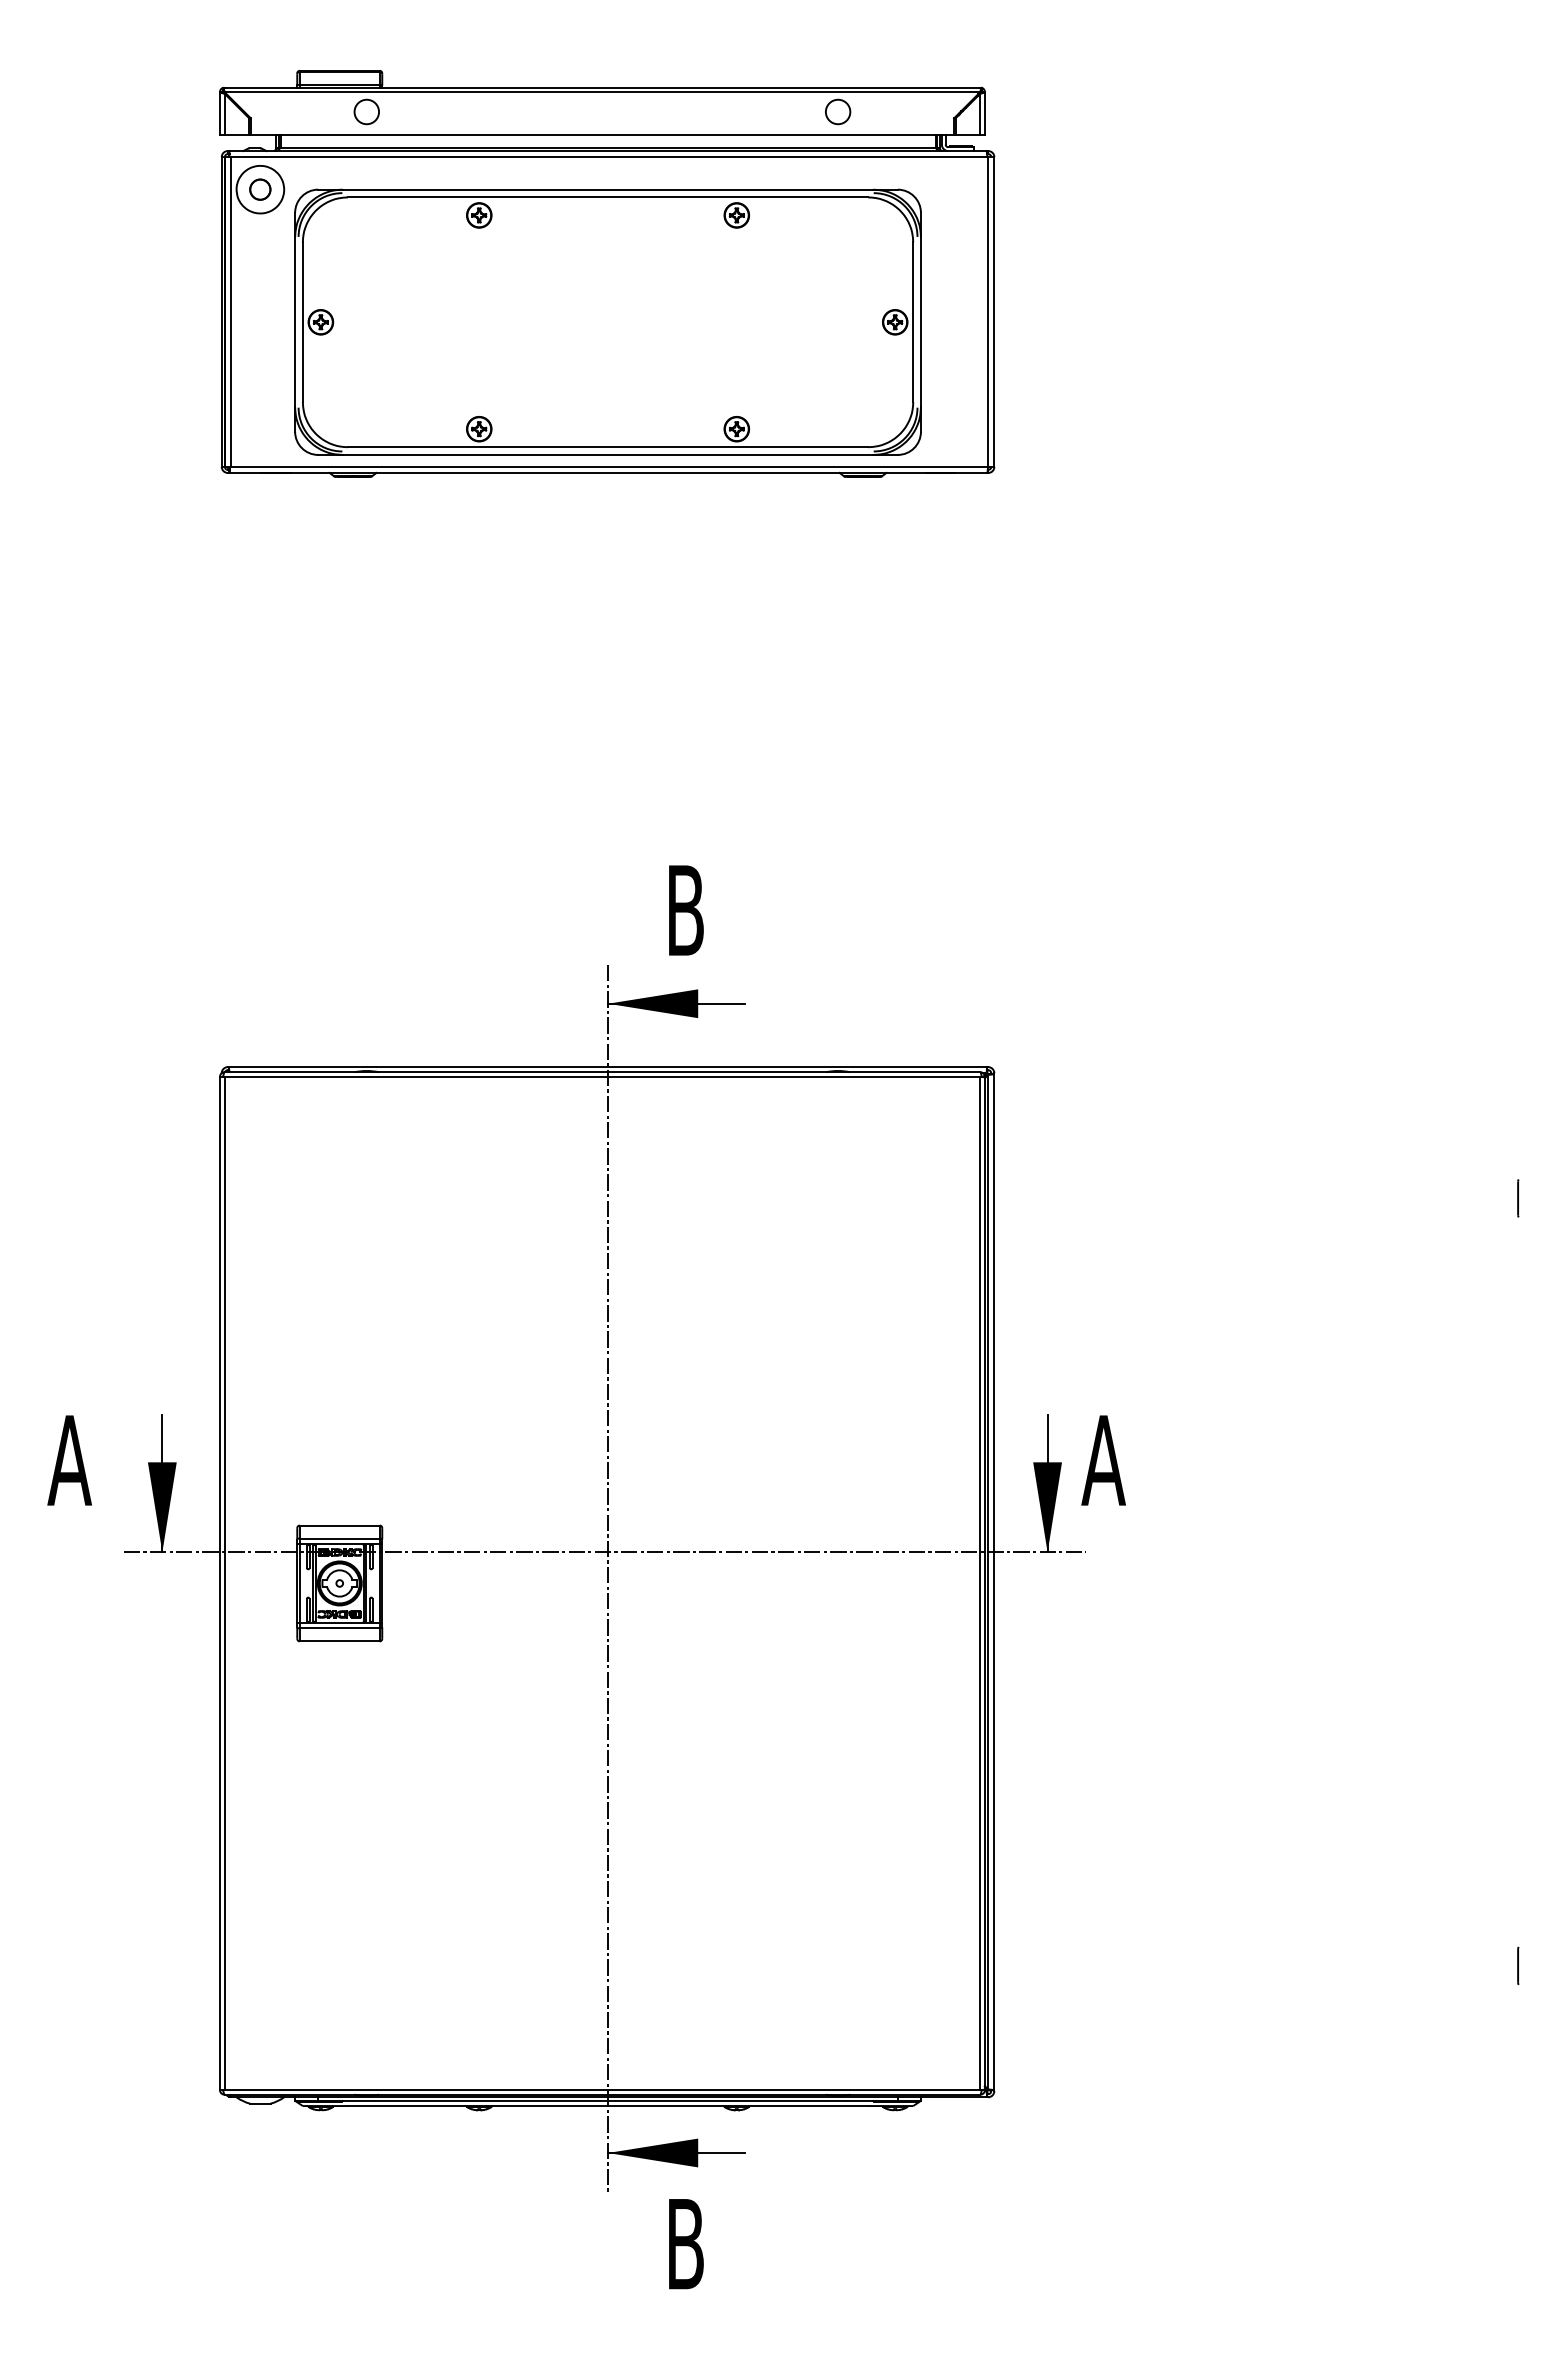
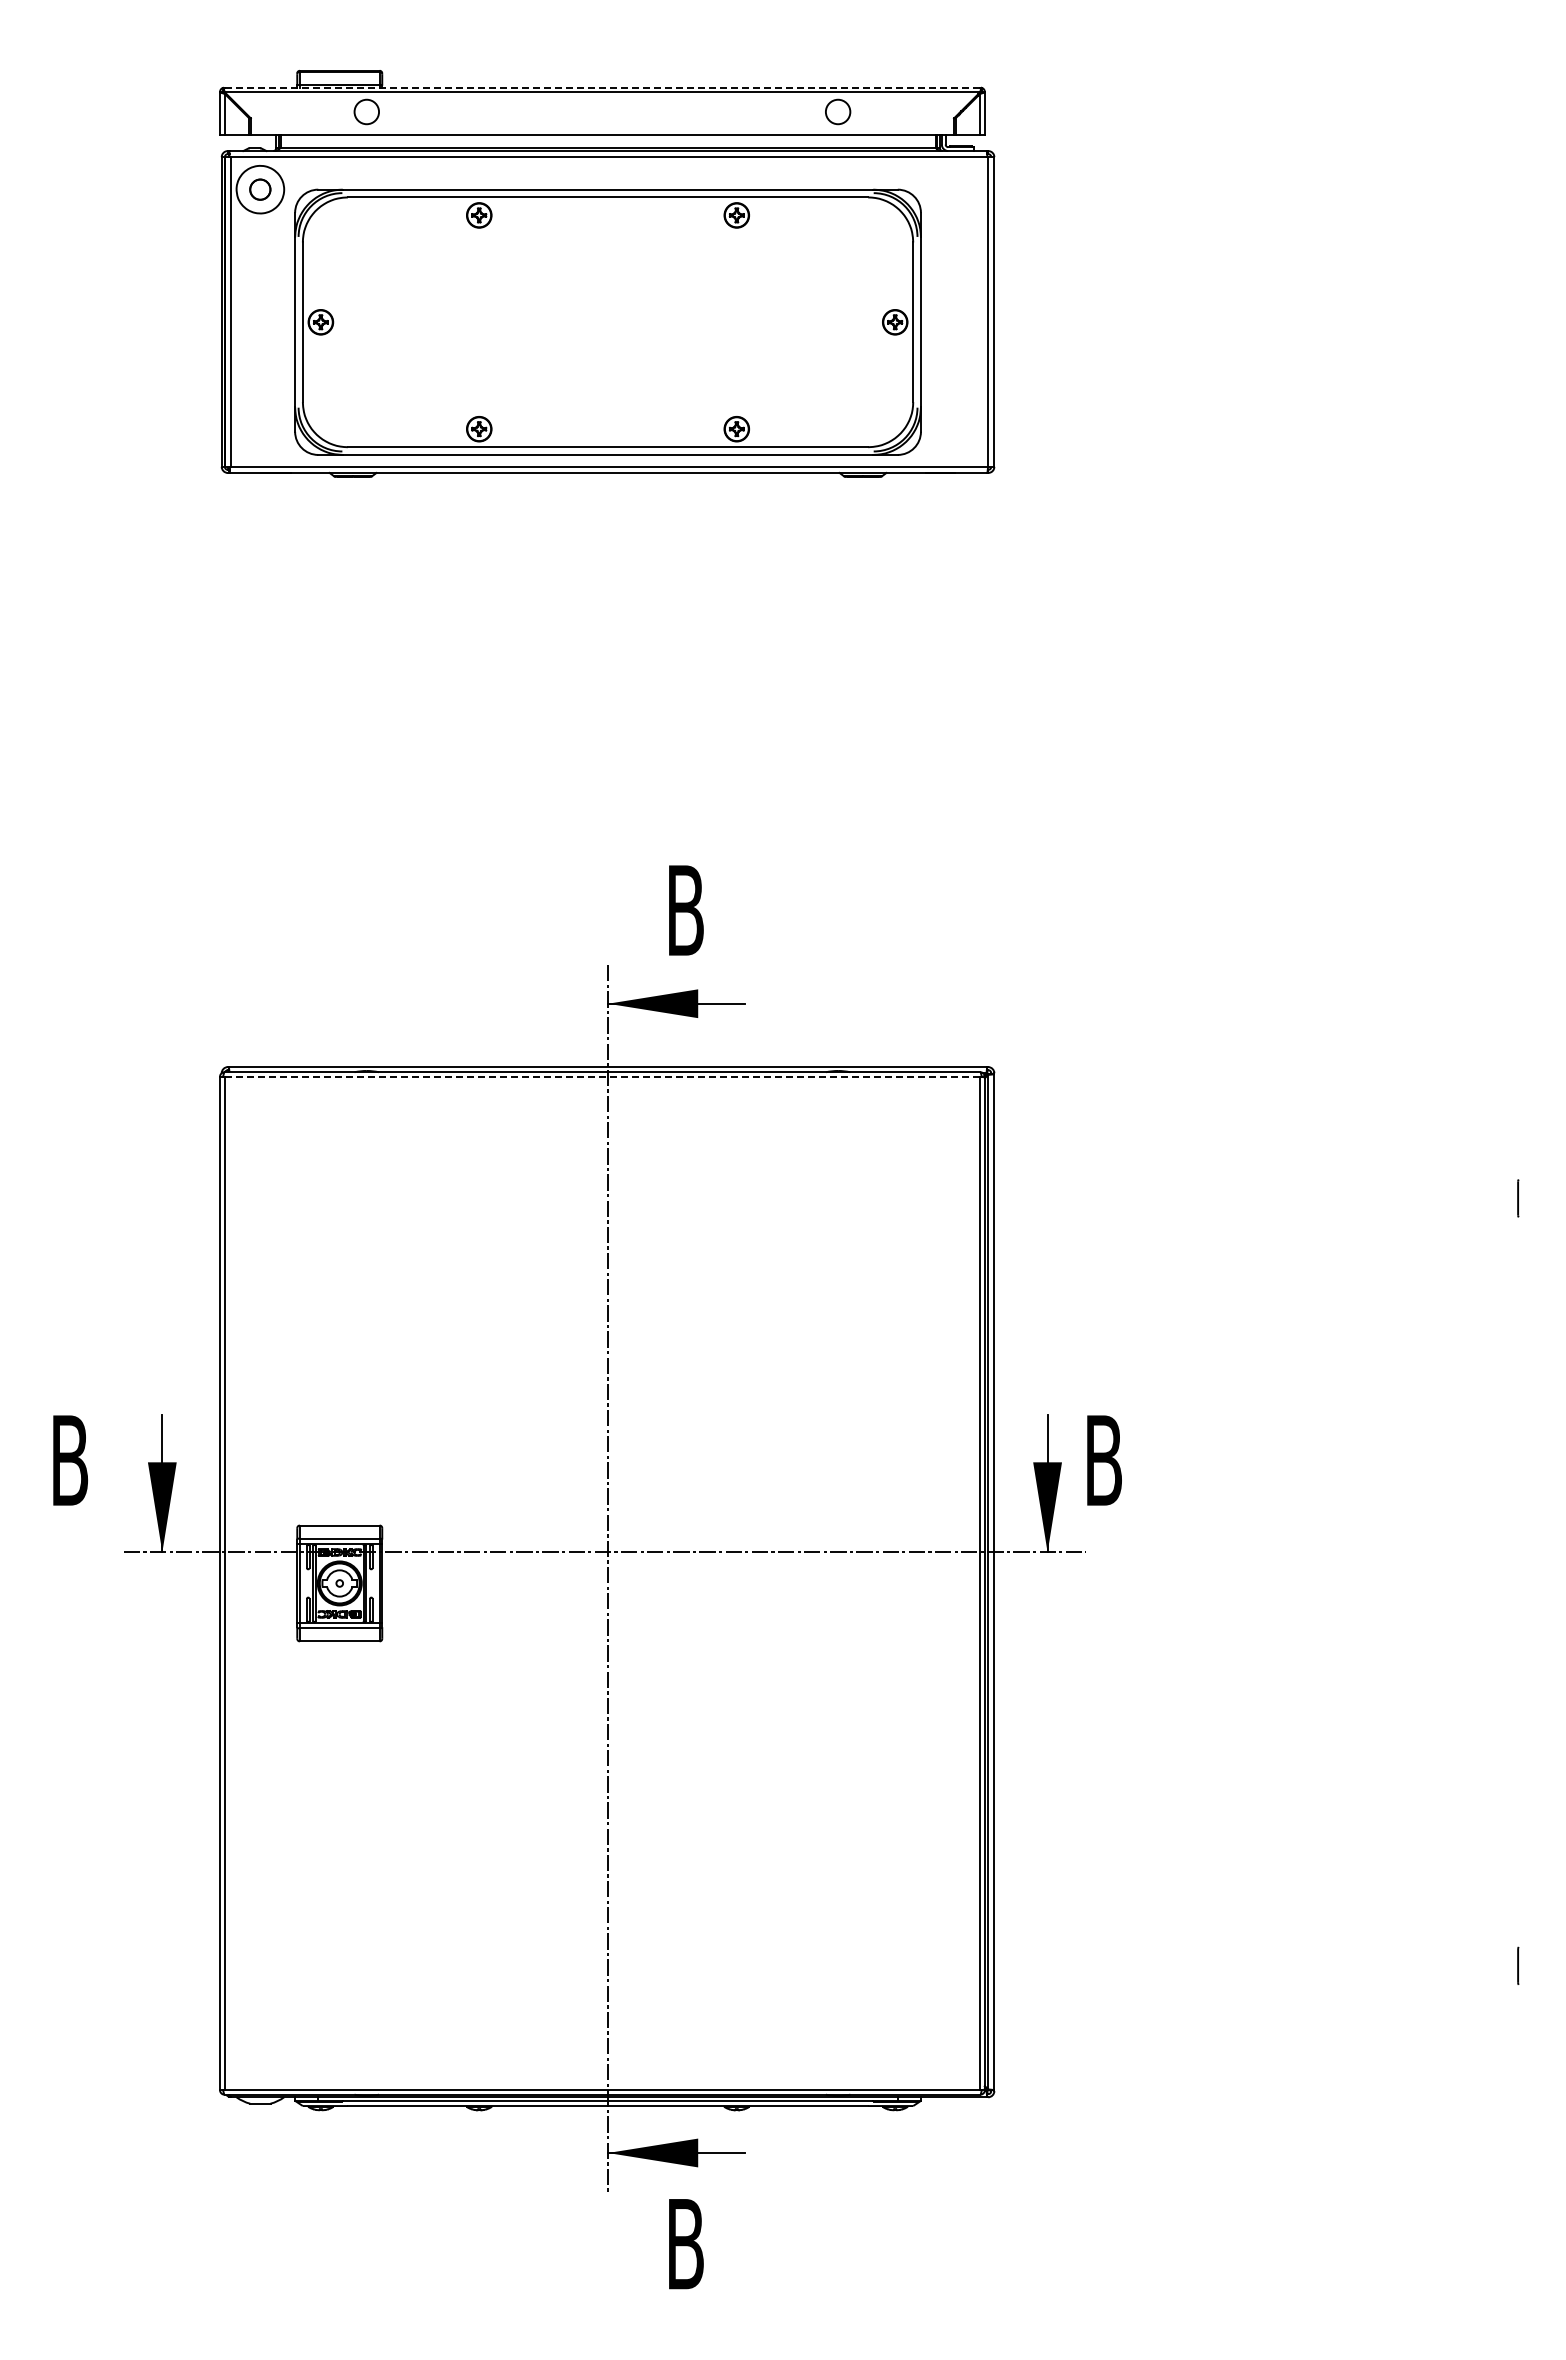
line at (602, 87): solid -> dashed
line at (602, 1076): solid -> dashed
text at (69, 1460): A -> B
text at (1103, 1460): A -> B
